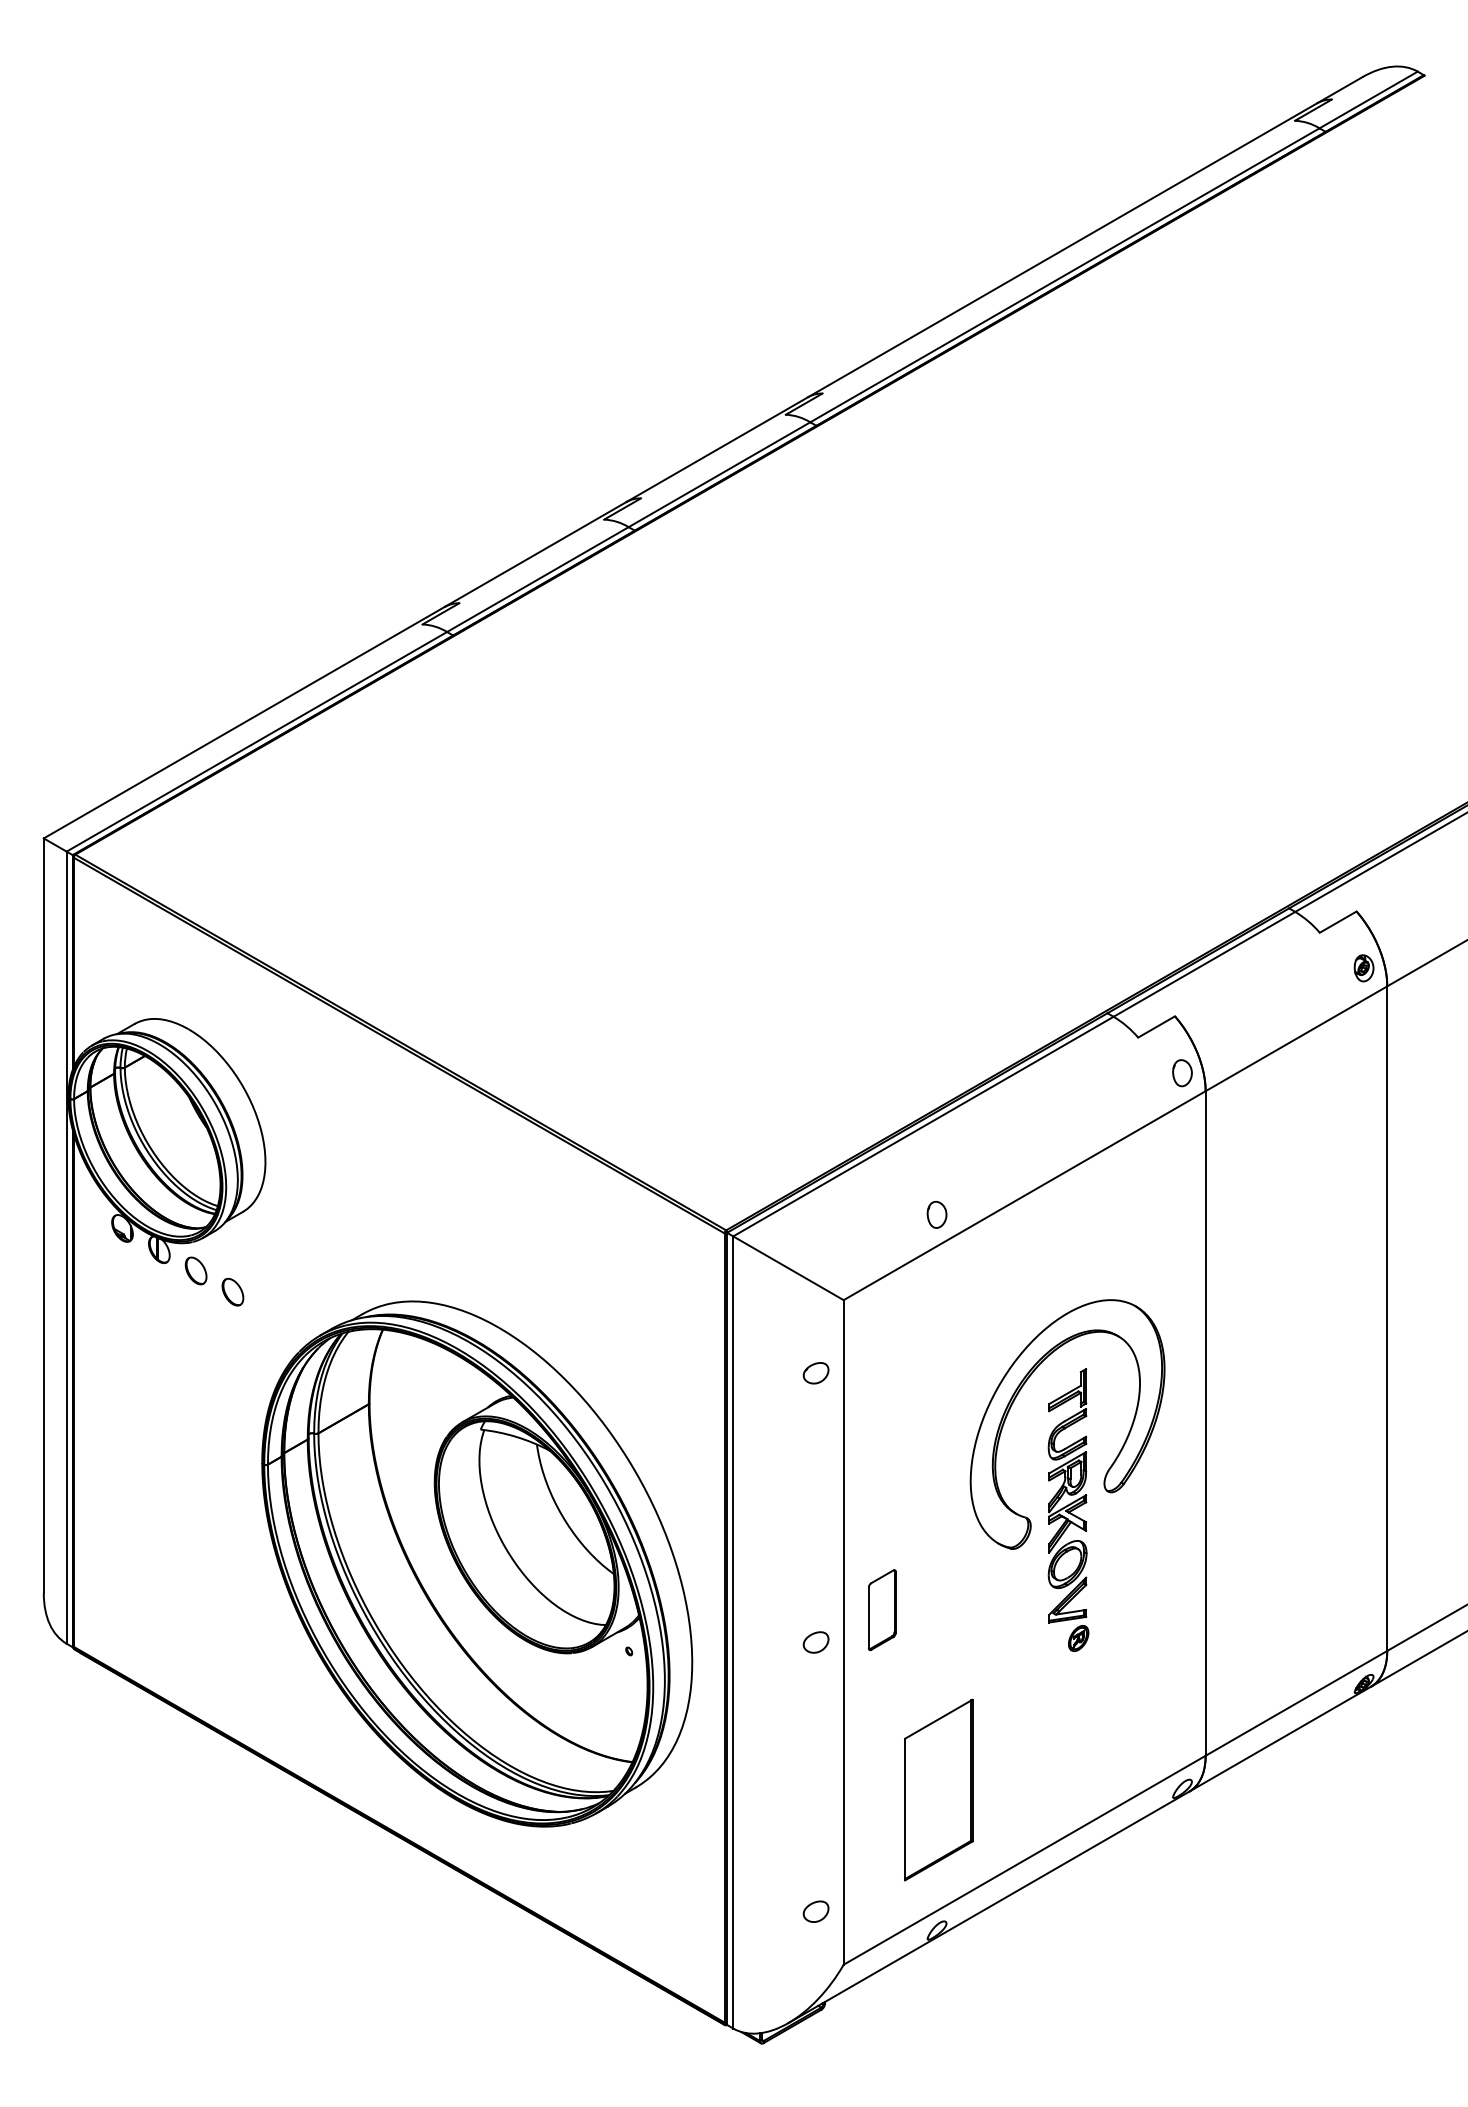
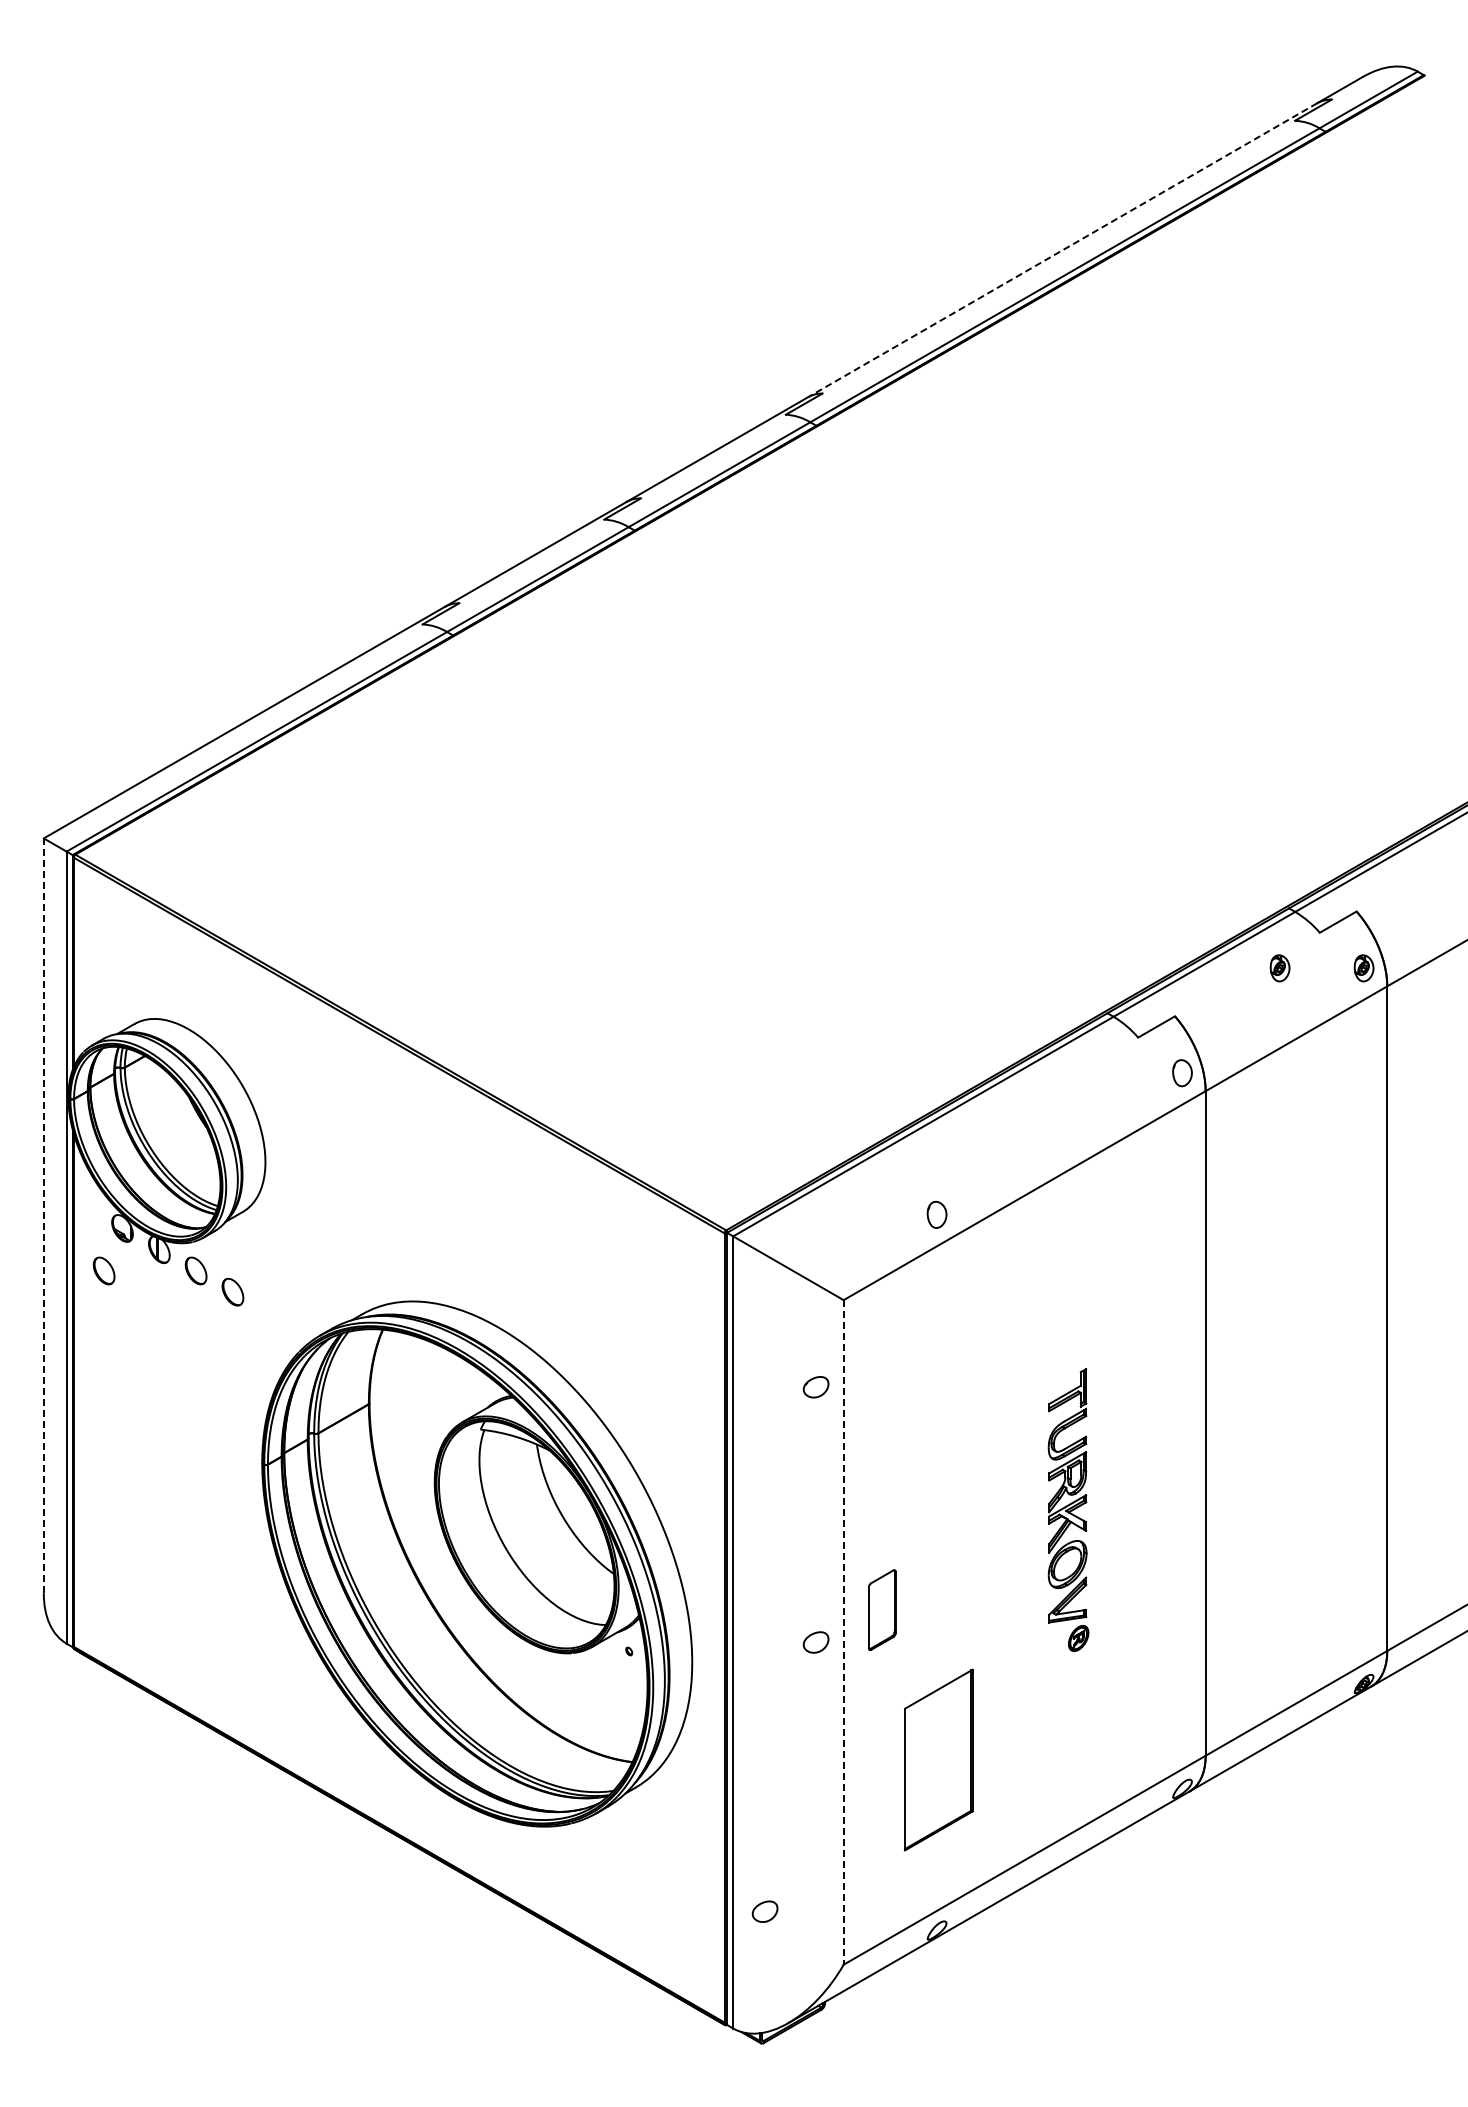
line at (1062, 250): solid -> dashed
part at (1279, 968): none -> present
line at (43, 1216): solid -> dashed
part at (103, 1270): none -> present
part at (815, 1373) position: (815, 1373) -> (815, 1387)
part at (1017, 1396): present -> none
line at (843, 1632): solid -> dashed
part at (938, 1789) position: (938, 1789) -> (938, 1759)
part at (815, 1911) position: (815, 1911) -> (764, 1911)
